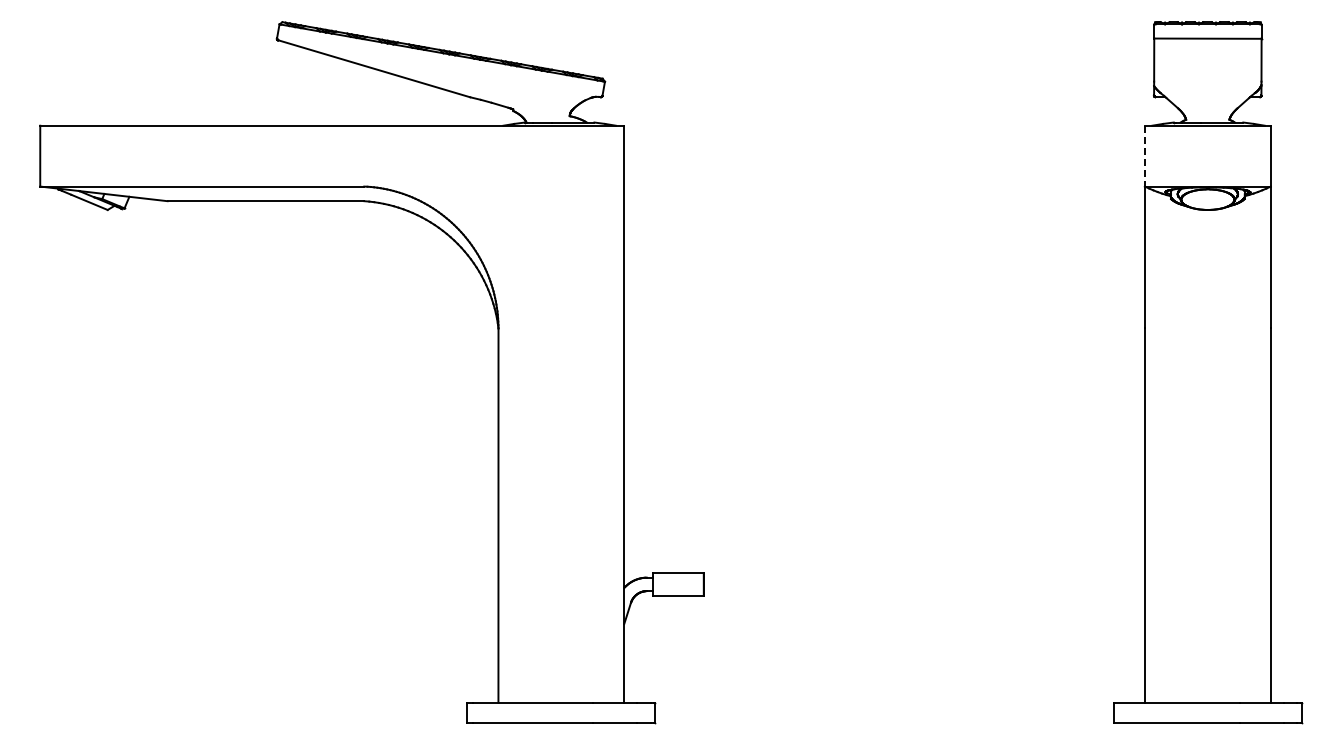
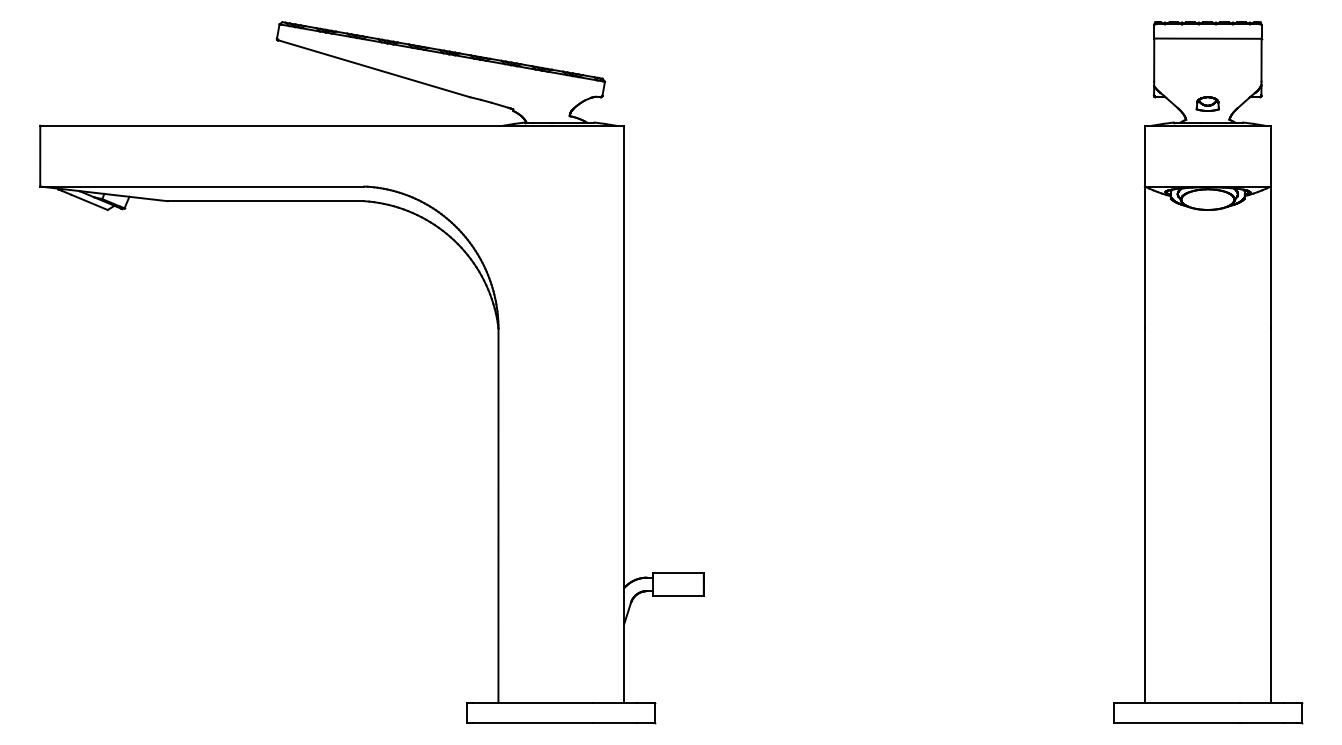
part at (1207, 103): none -> present
line at (1144, 156): dashed -> solid
